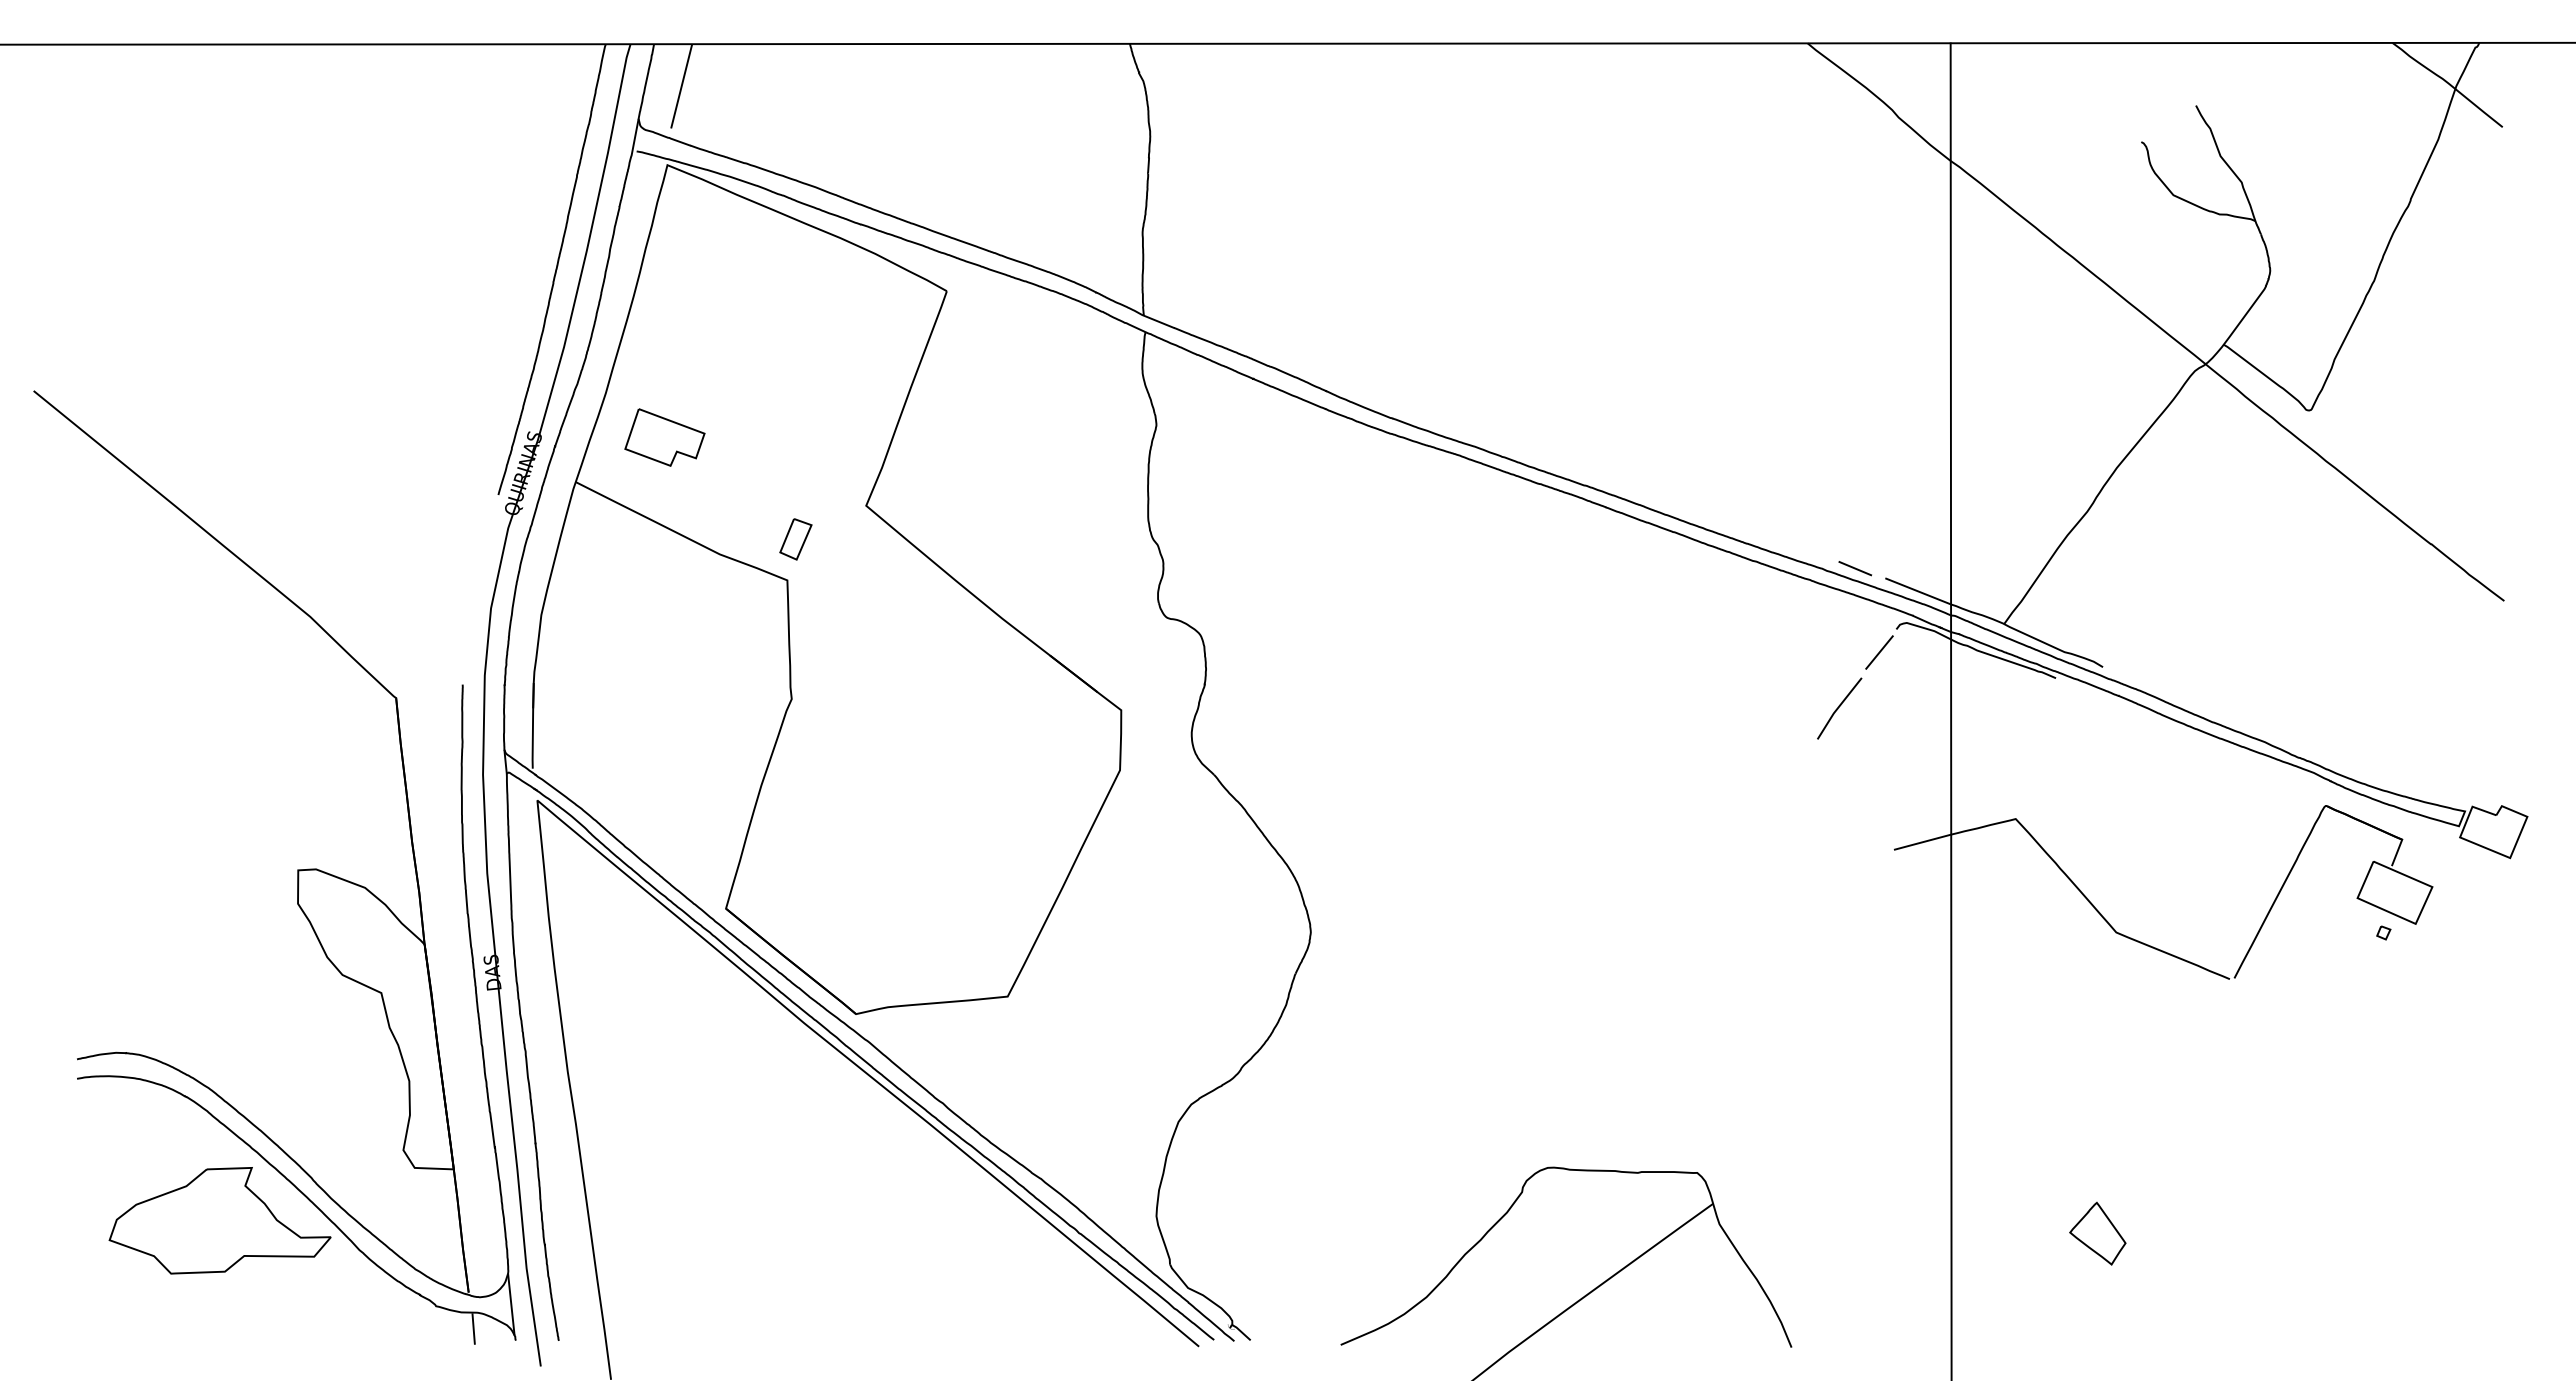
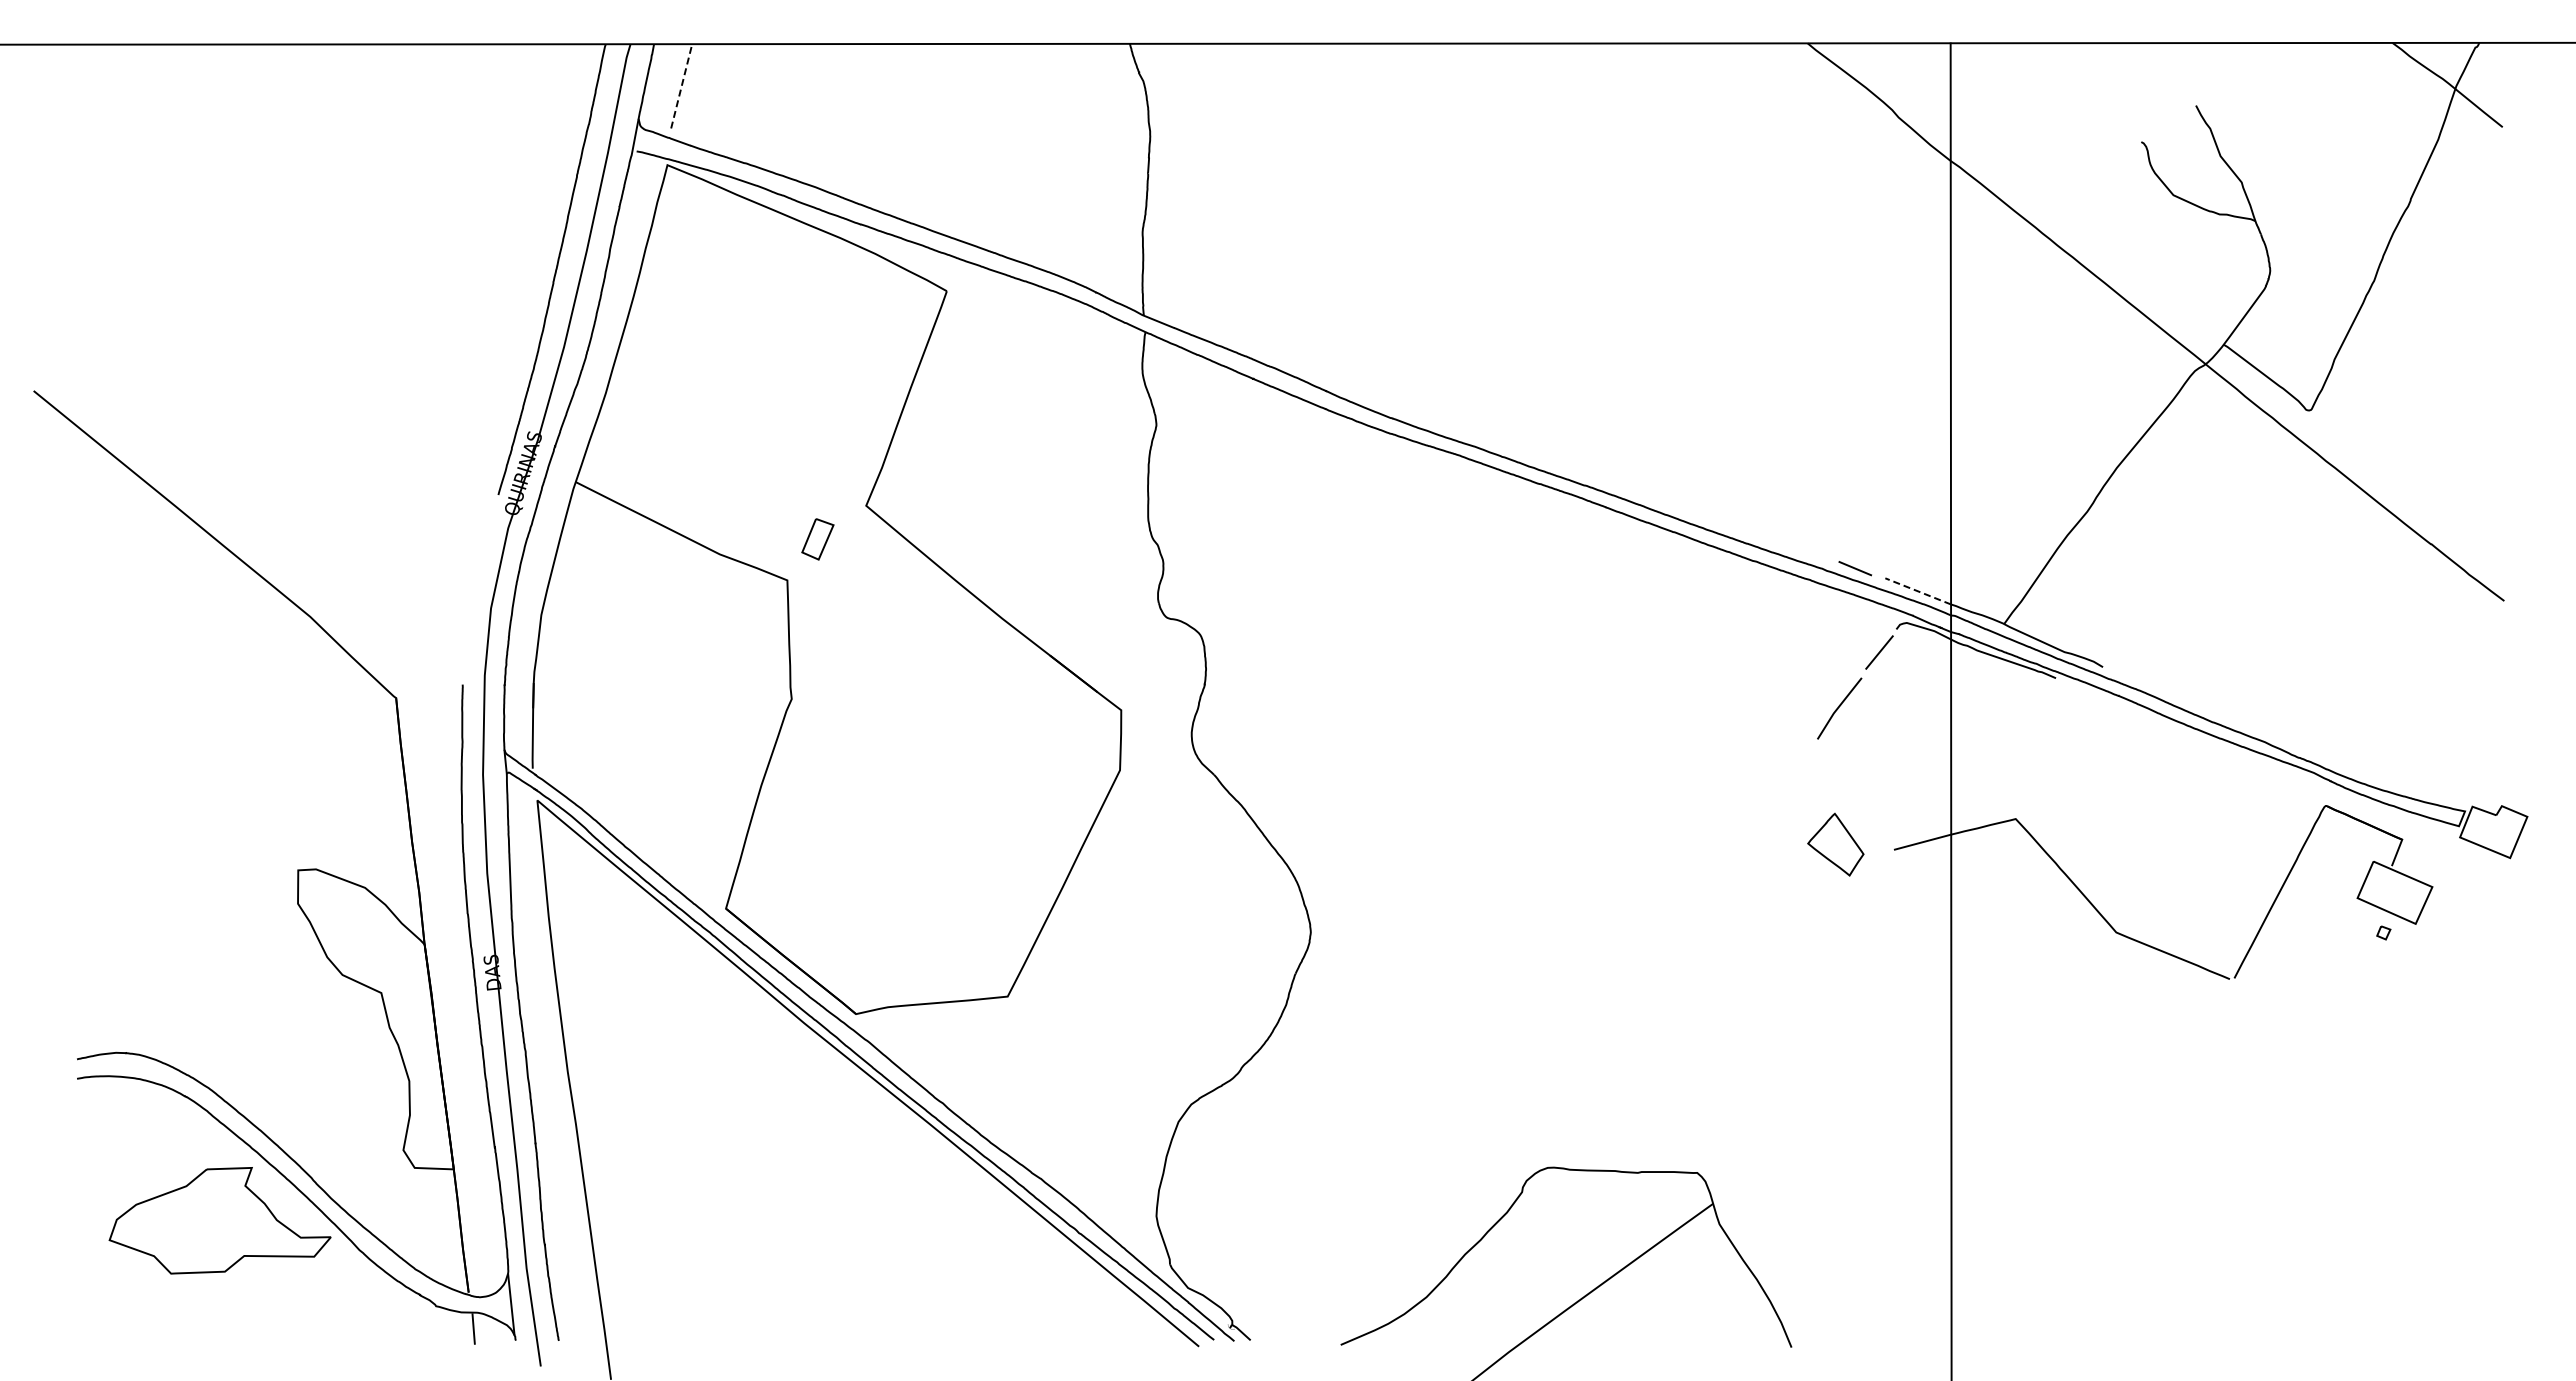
line at (681, 85): solid -> dashed
part at (664, 437): present -> none
part at (795, 539) position: (795, 539) -> (817, 539)
line at (1917, 591): solid -> dashed
part at (2097, 1233) position: (2097, 1233) -> (1835, 844)
